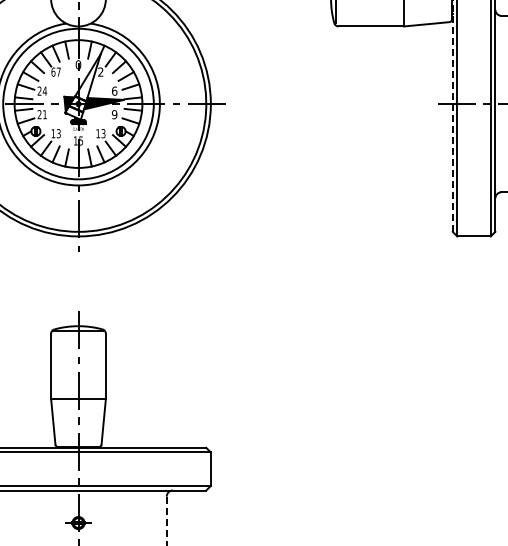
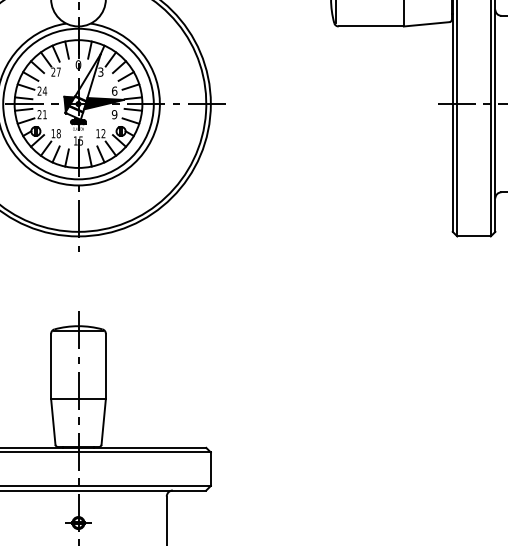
text at (53, 71): 67 -> 27
text at (100, 72): 2 -> 3
line at (452, 116): dashed -> solid
text at (58, 133): 13 -> 18
text at (103, 133): 13 -> 12
line at (166, 521): dashed -> solid
